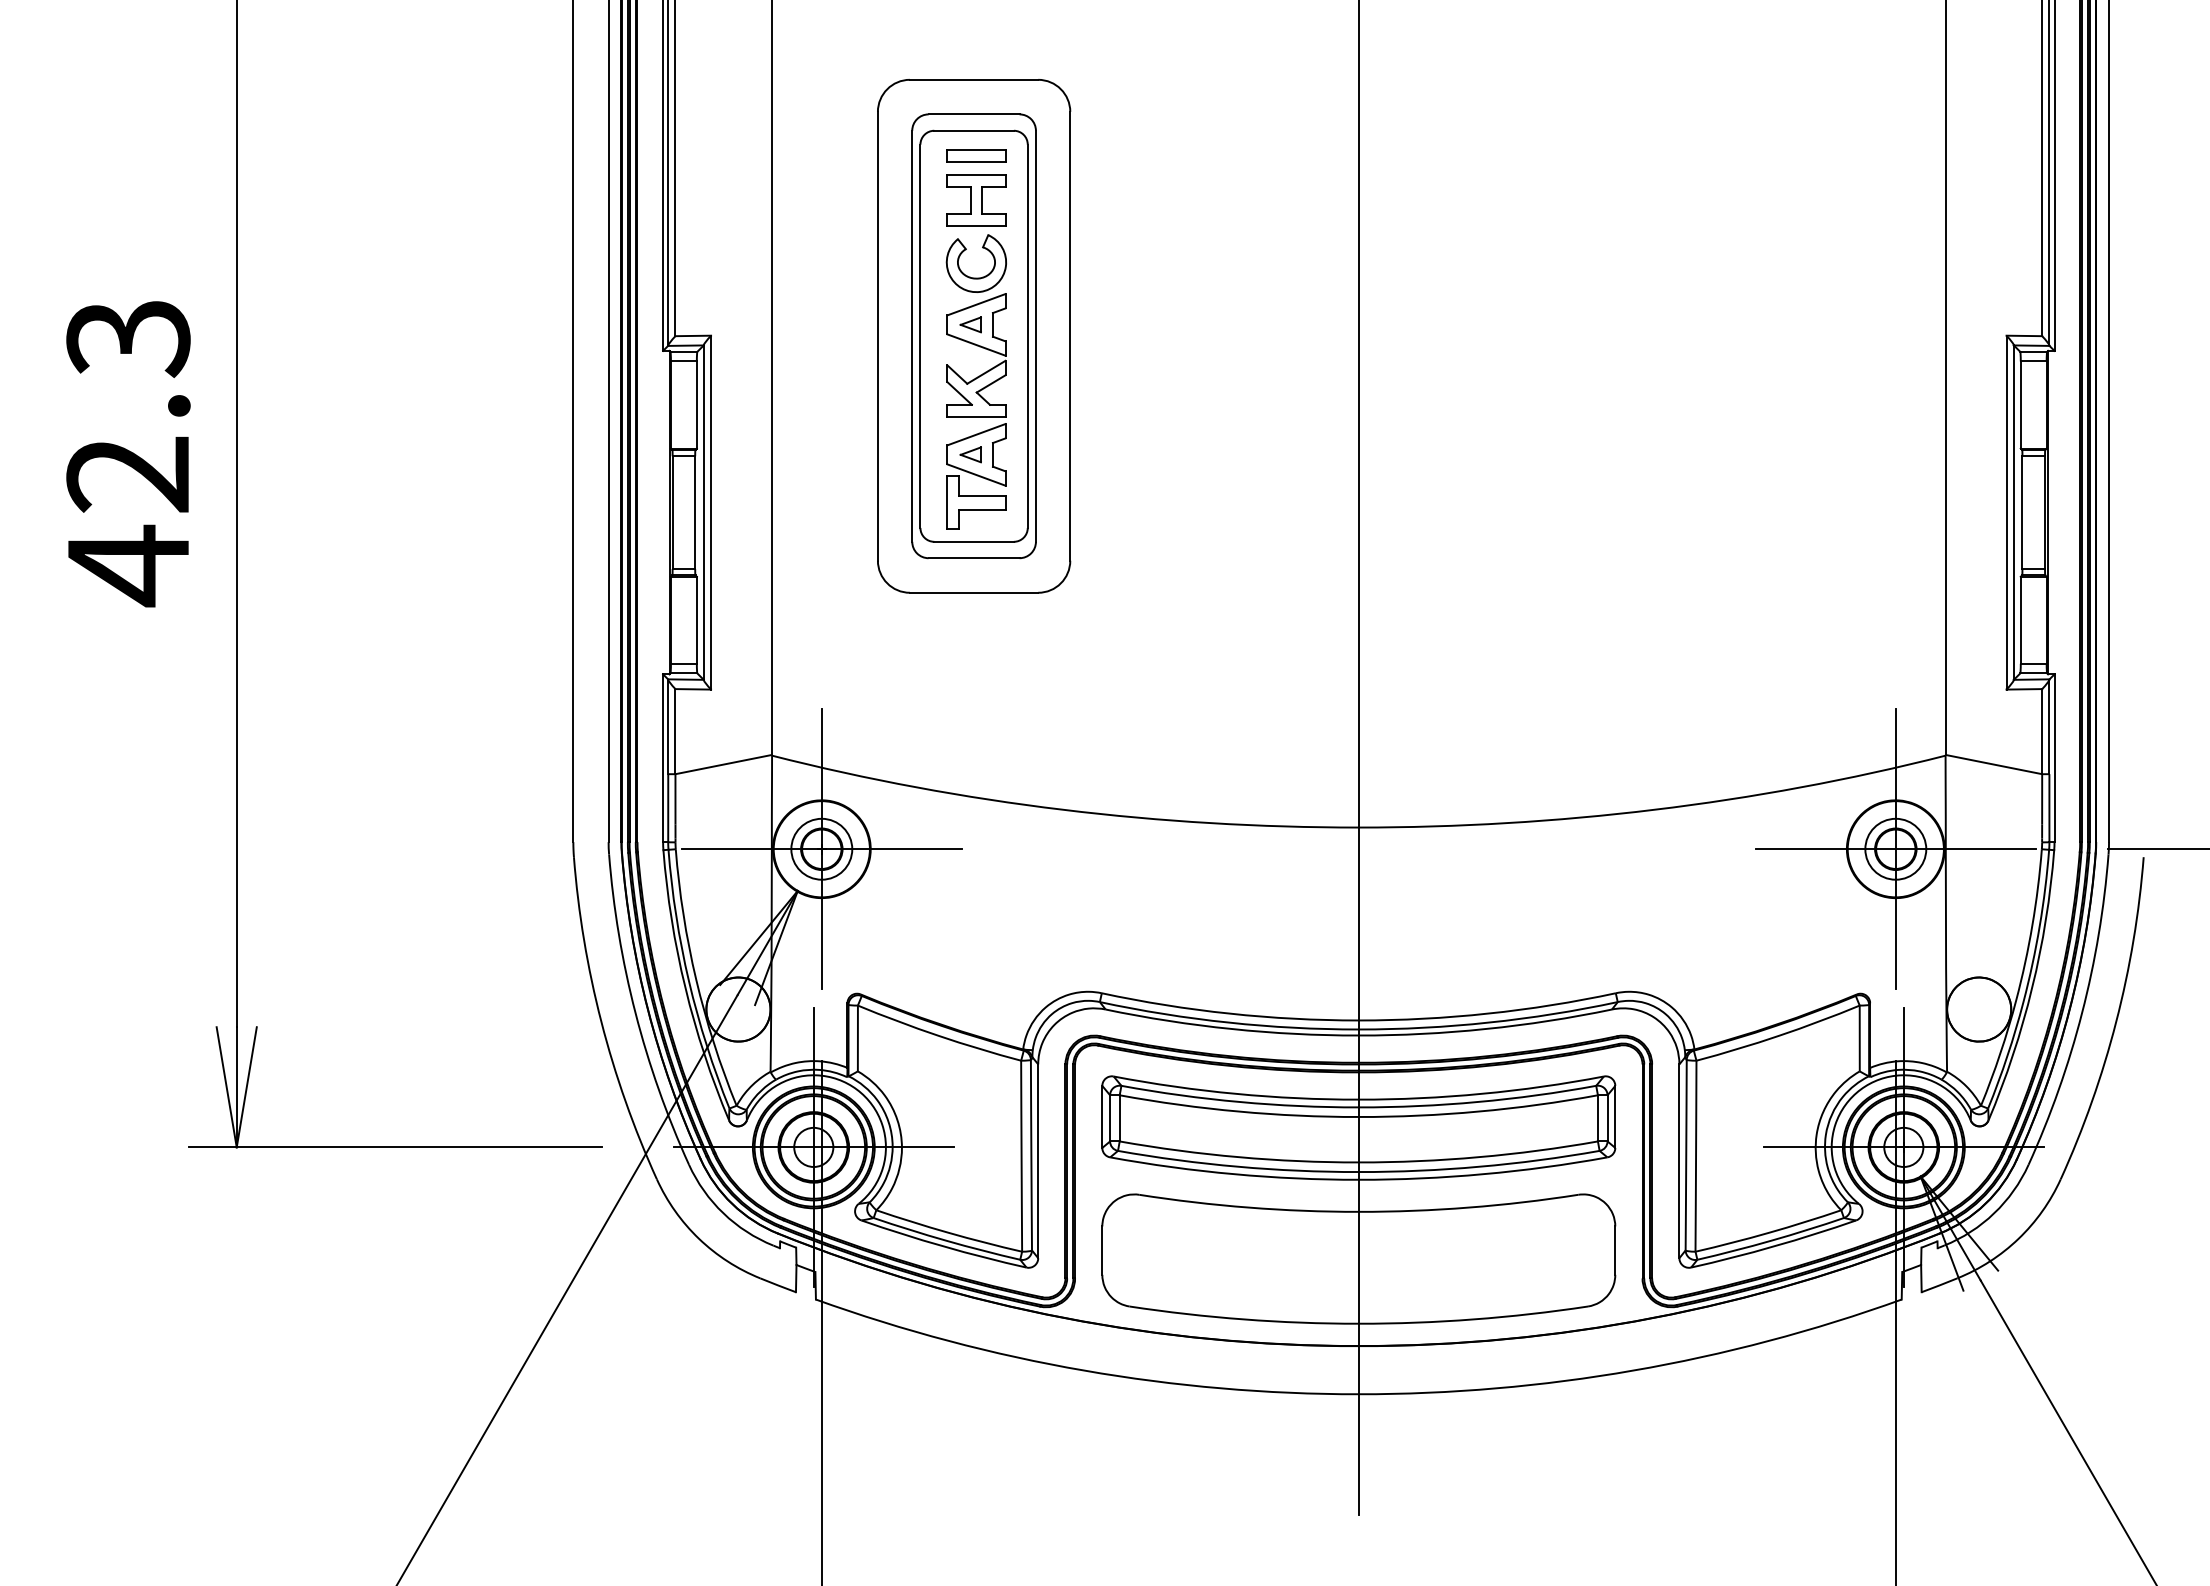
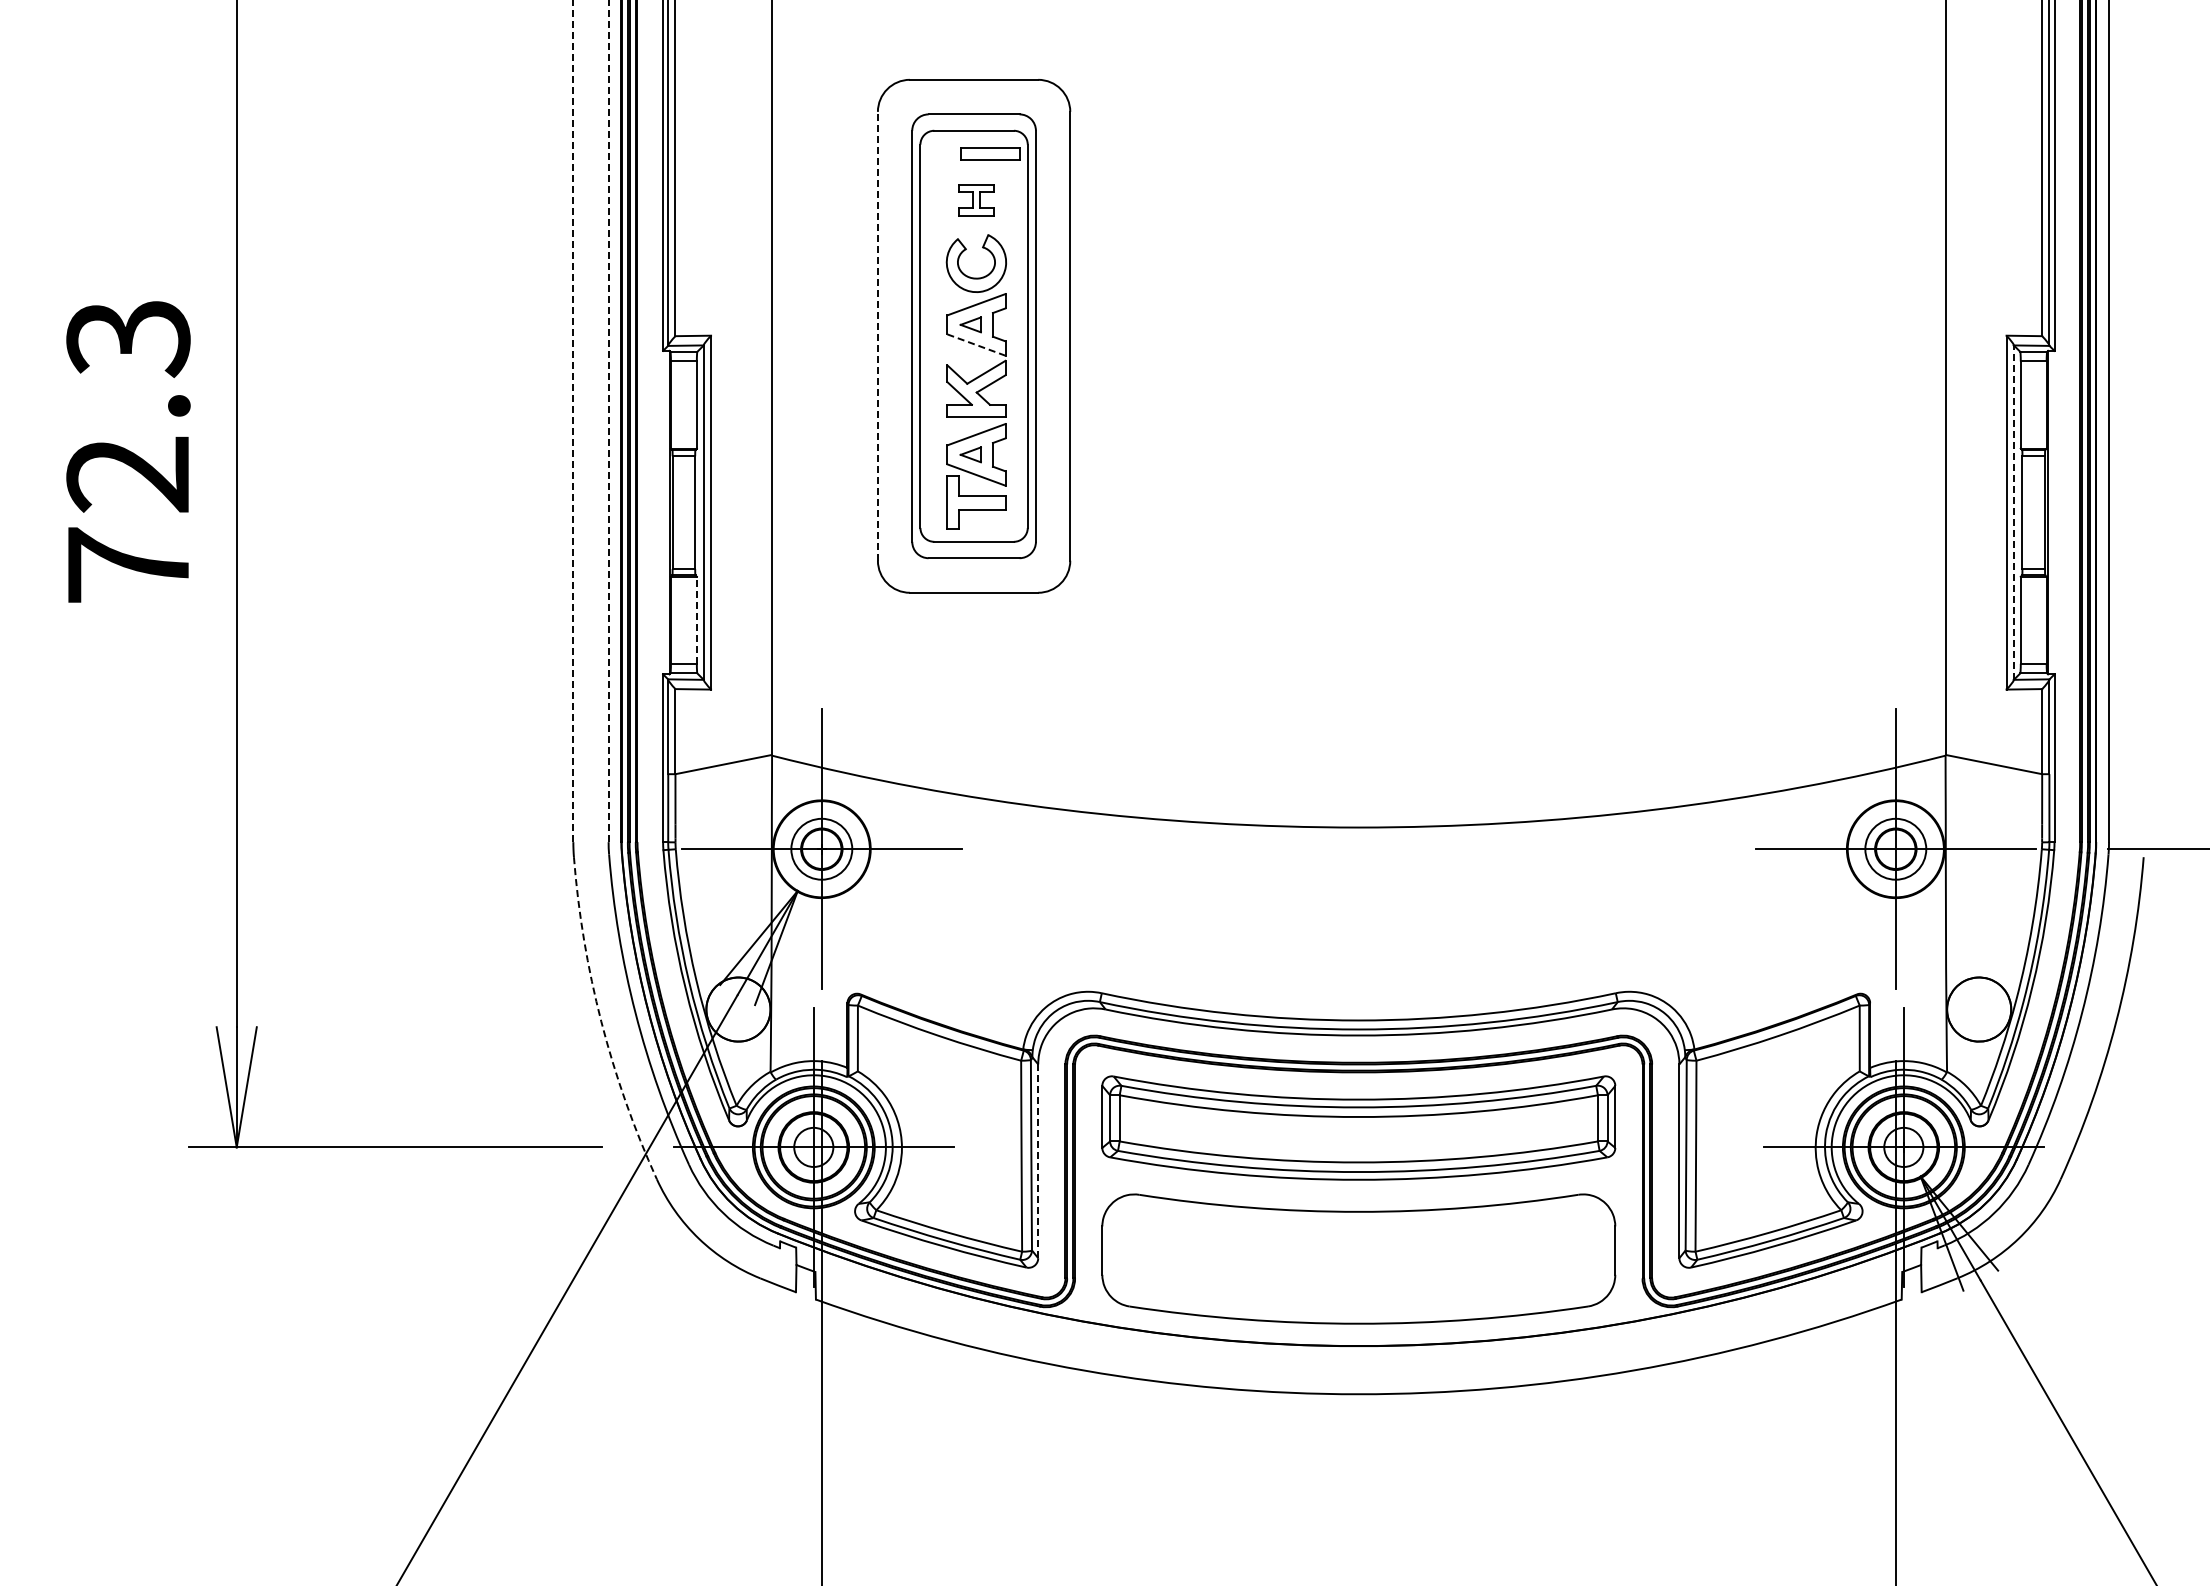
part at (976, 155) position: (976, 155) -> (990, 153)
part at (976, 200) size: 61x53 px -> 37x33 px
line at (877, 335): solid -> dashed
line at (976, 345): solid -> dashed
line at (573, 421): solid -> dashed
line at (608, 421): solid -> dashed
line at (2013, 512): solid -> dashed
text at (128, 565): 42.3 -> 72.3
line at (696, 620): solid -> dashed
line at (1358, 758): present -> none
arc at (601, 1021): solid -> dashed
line at (1038, 1161): solid -> dashed
